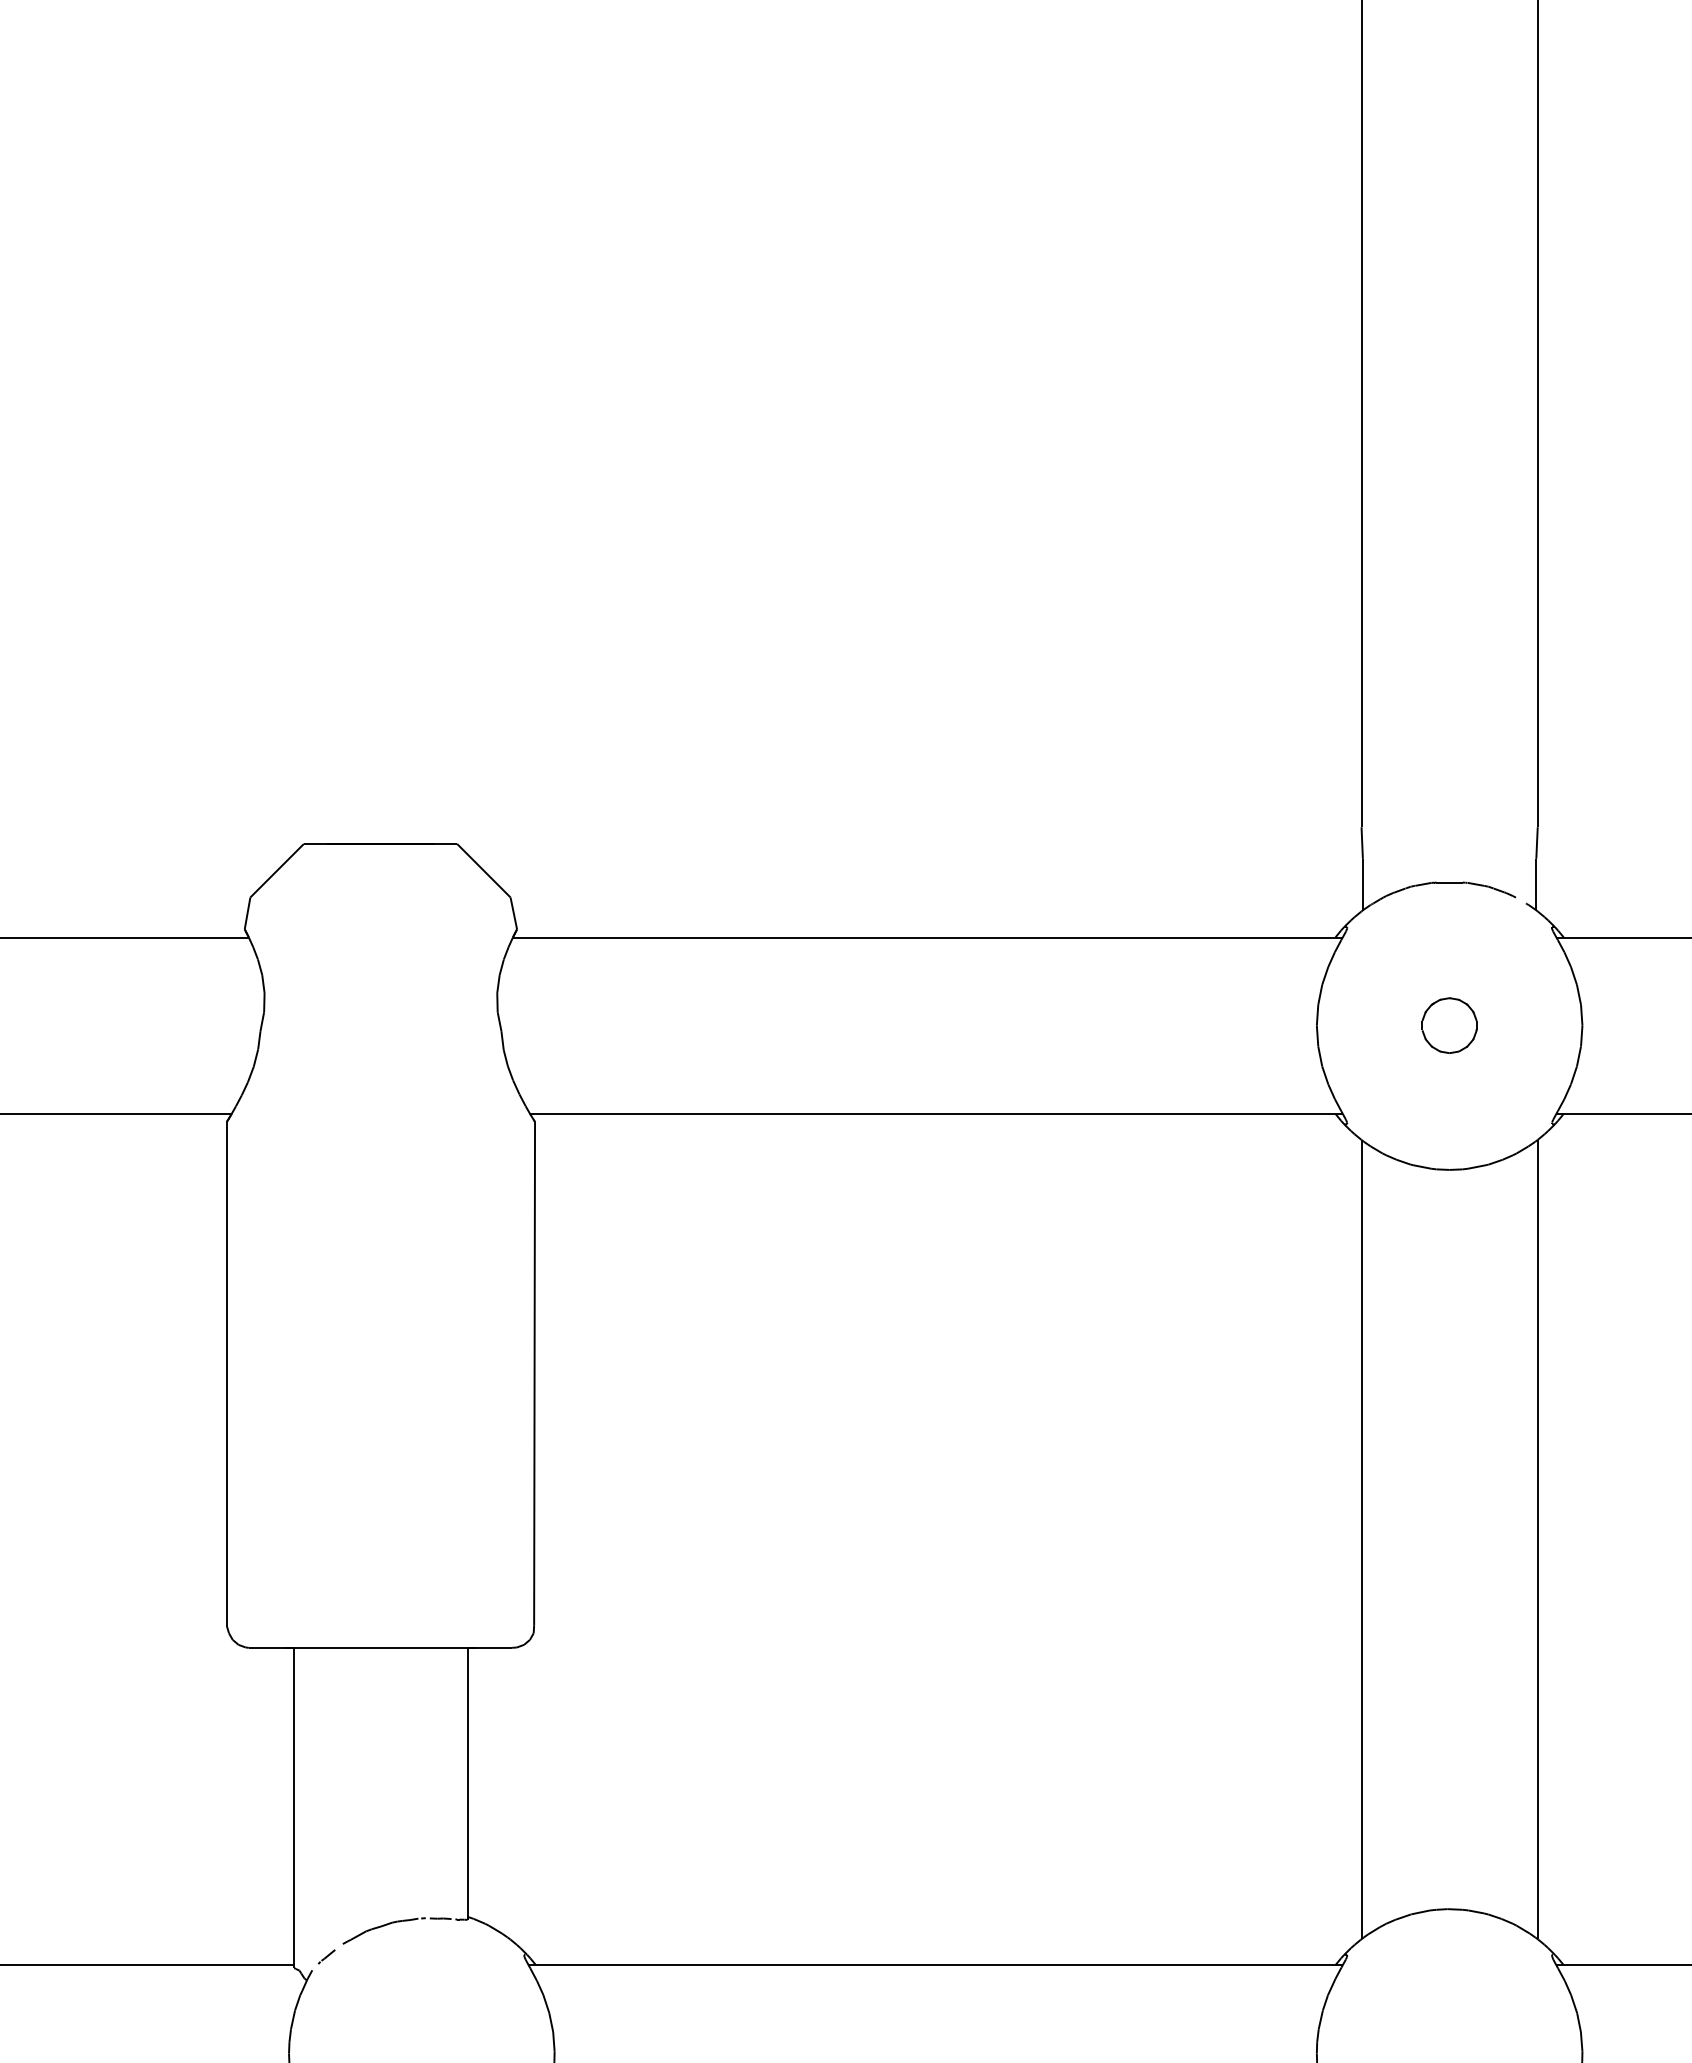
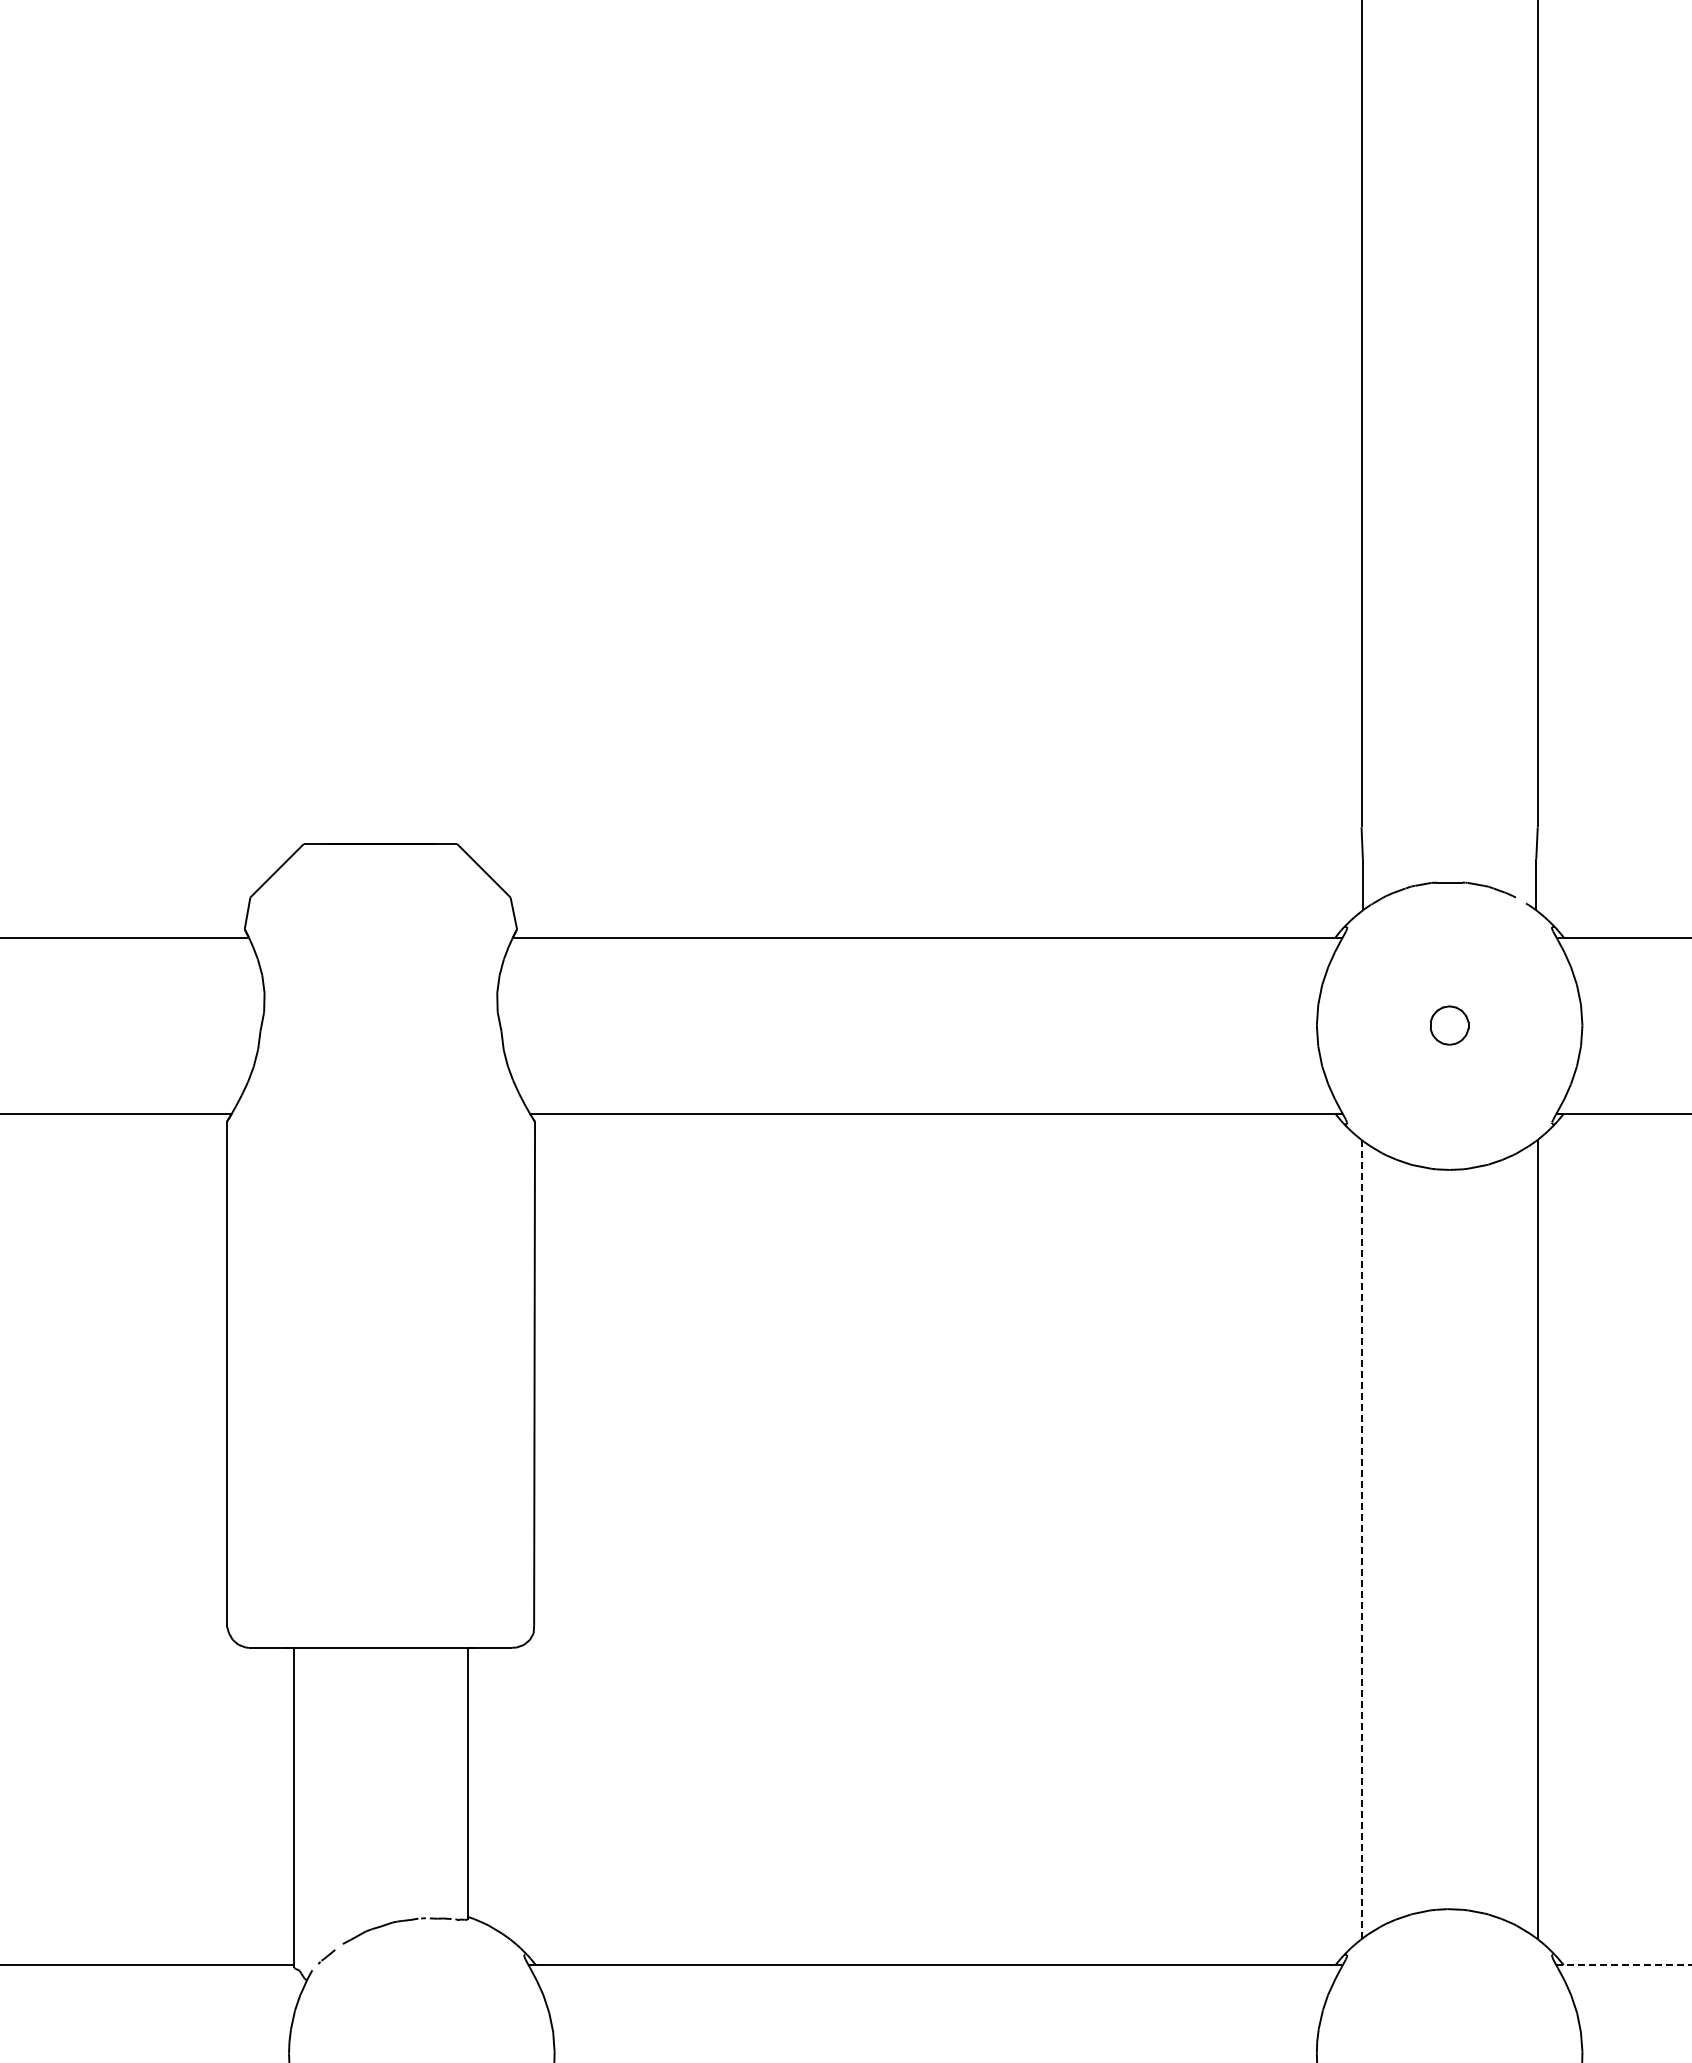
part at (1449, 1025) size: 57x57 px -> 41x41 px
line at (1361, 1539): solid -> dashed
line at (1624, 1965): solid -> dashed
